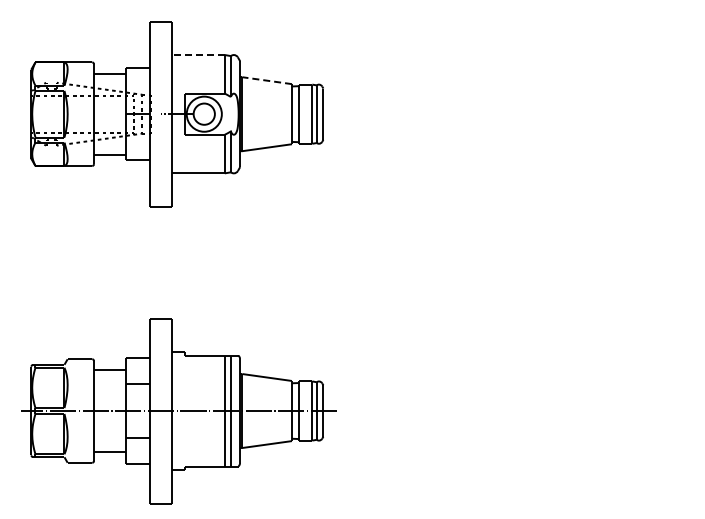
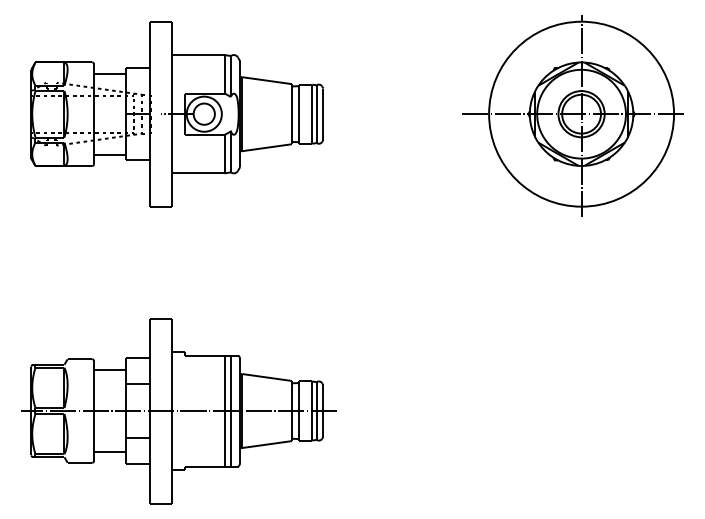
line at (198, 55): dashed -> solid
line at (266, 80): dashed -> solid
part at (572, 115): none -> present
